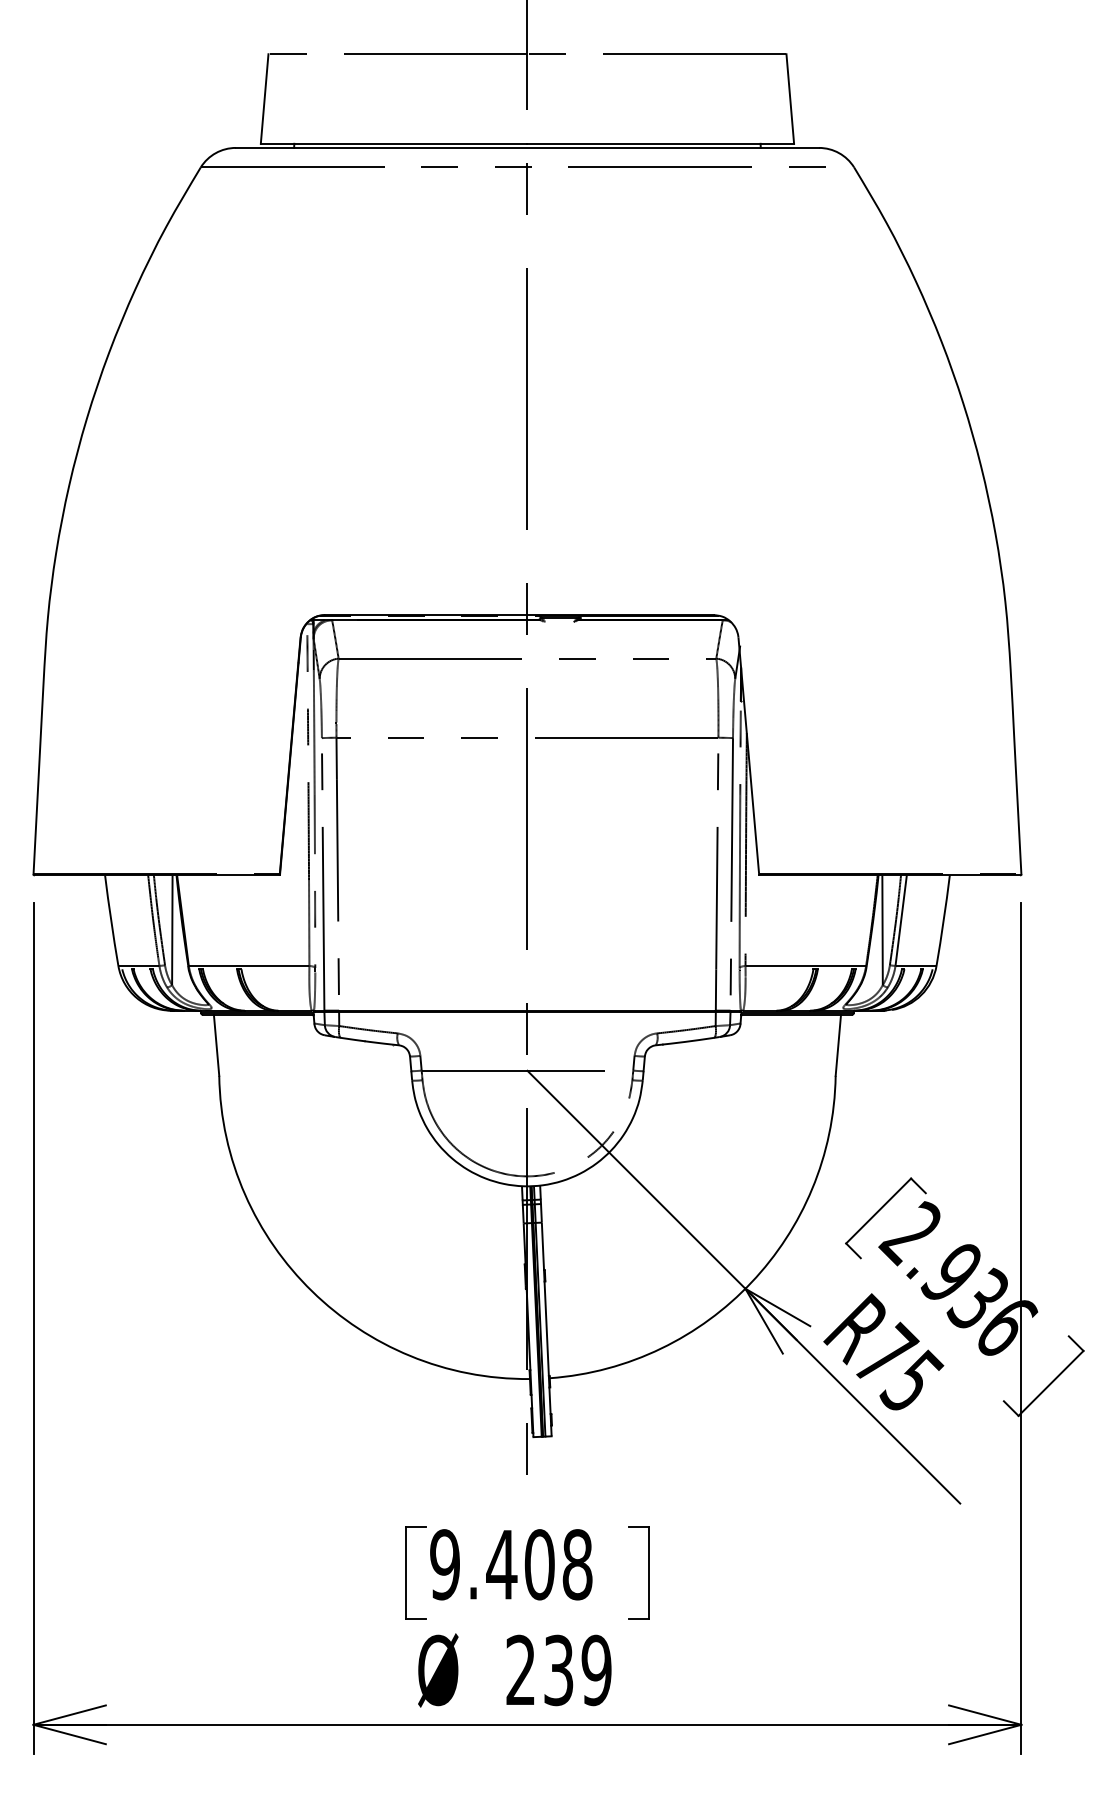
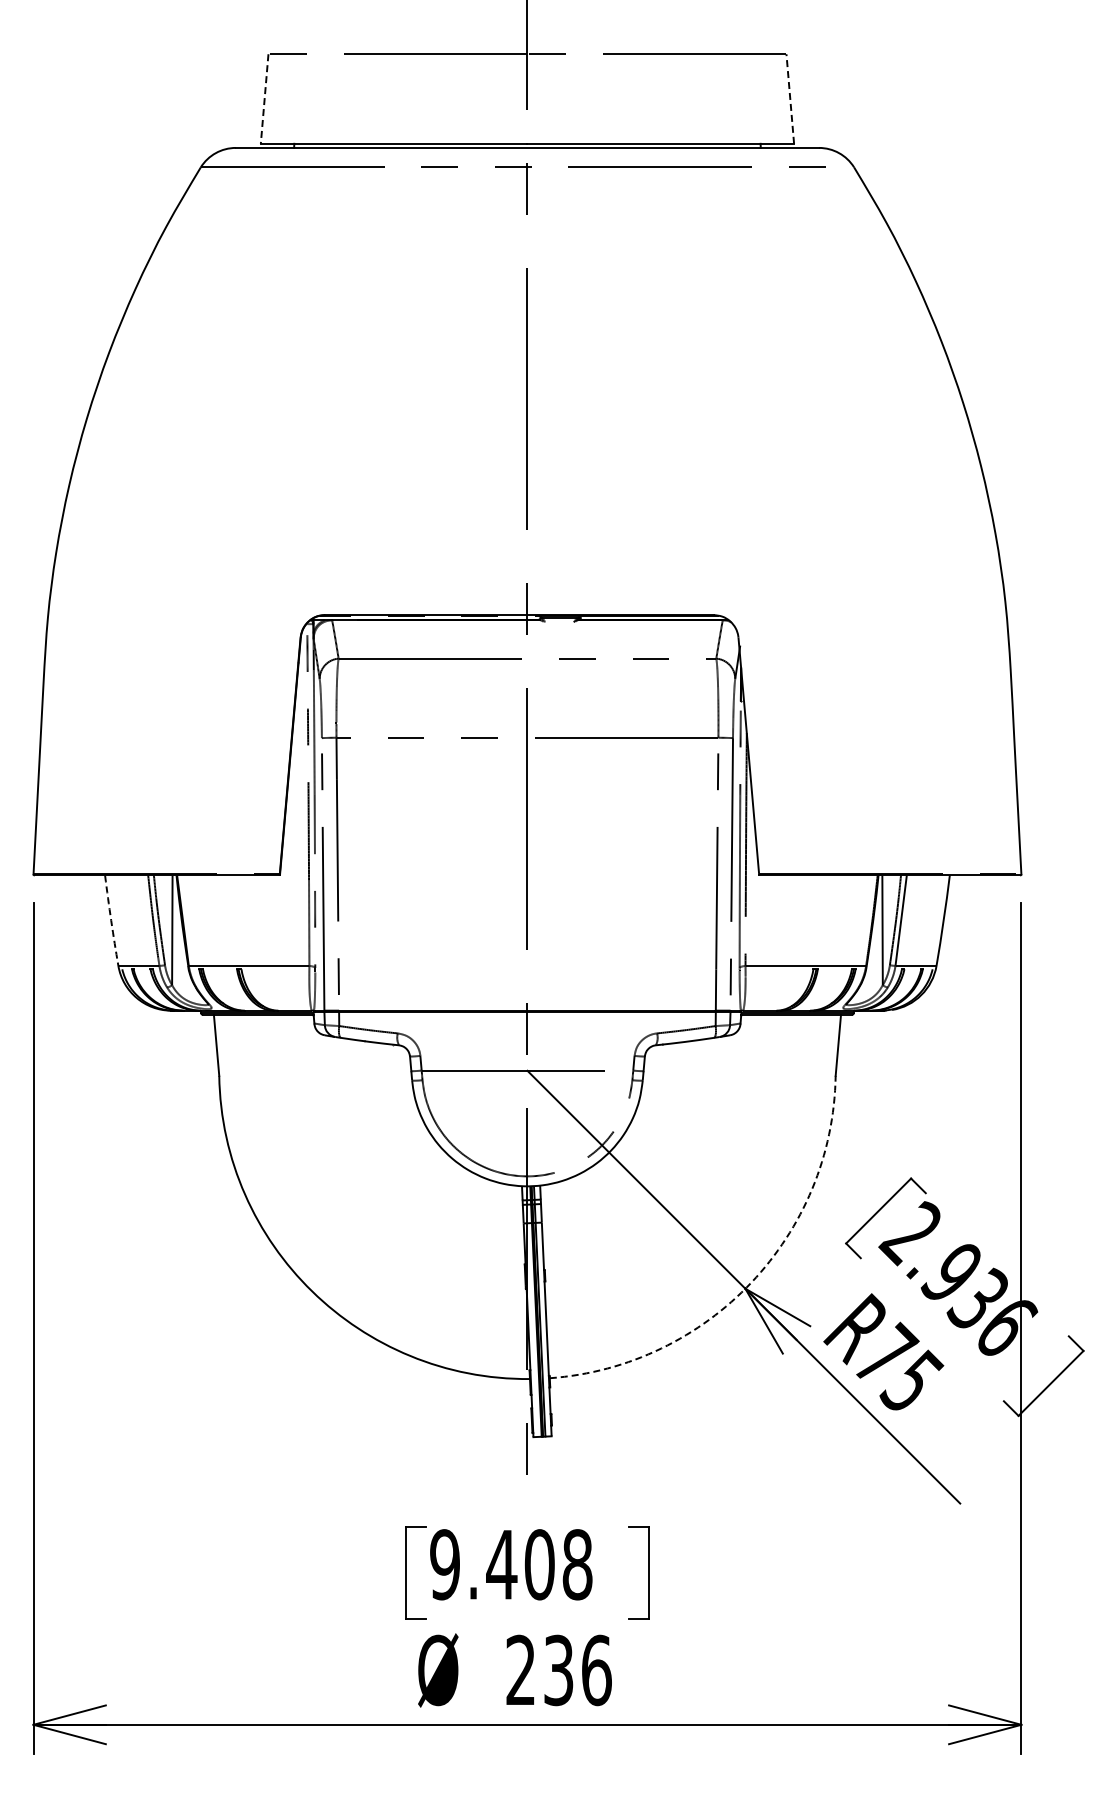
line at (264, 99): solid -> dashed
line at (790, 99): solid -> dashed
arc at (111, 920): solid -> dashed
arc at (751, 1282): solid -> dashed
text at (596, 1670): 239 -> 236
